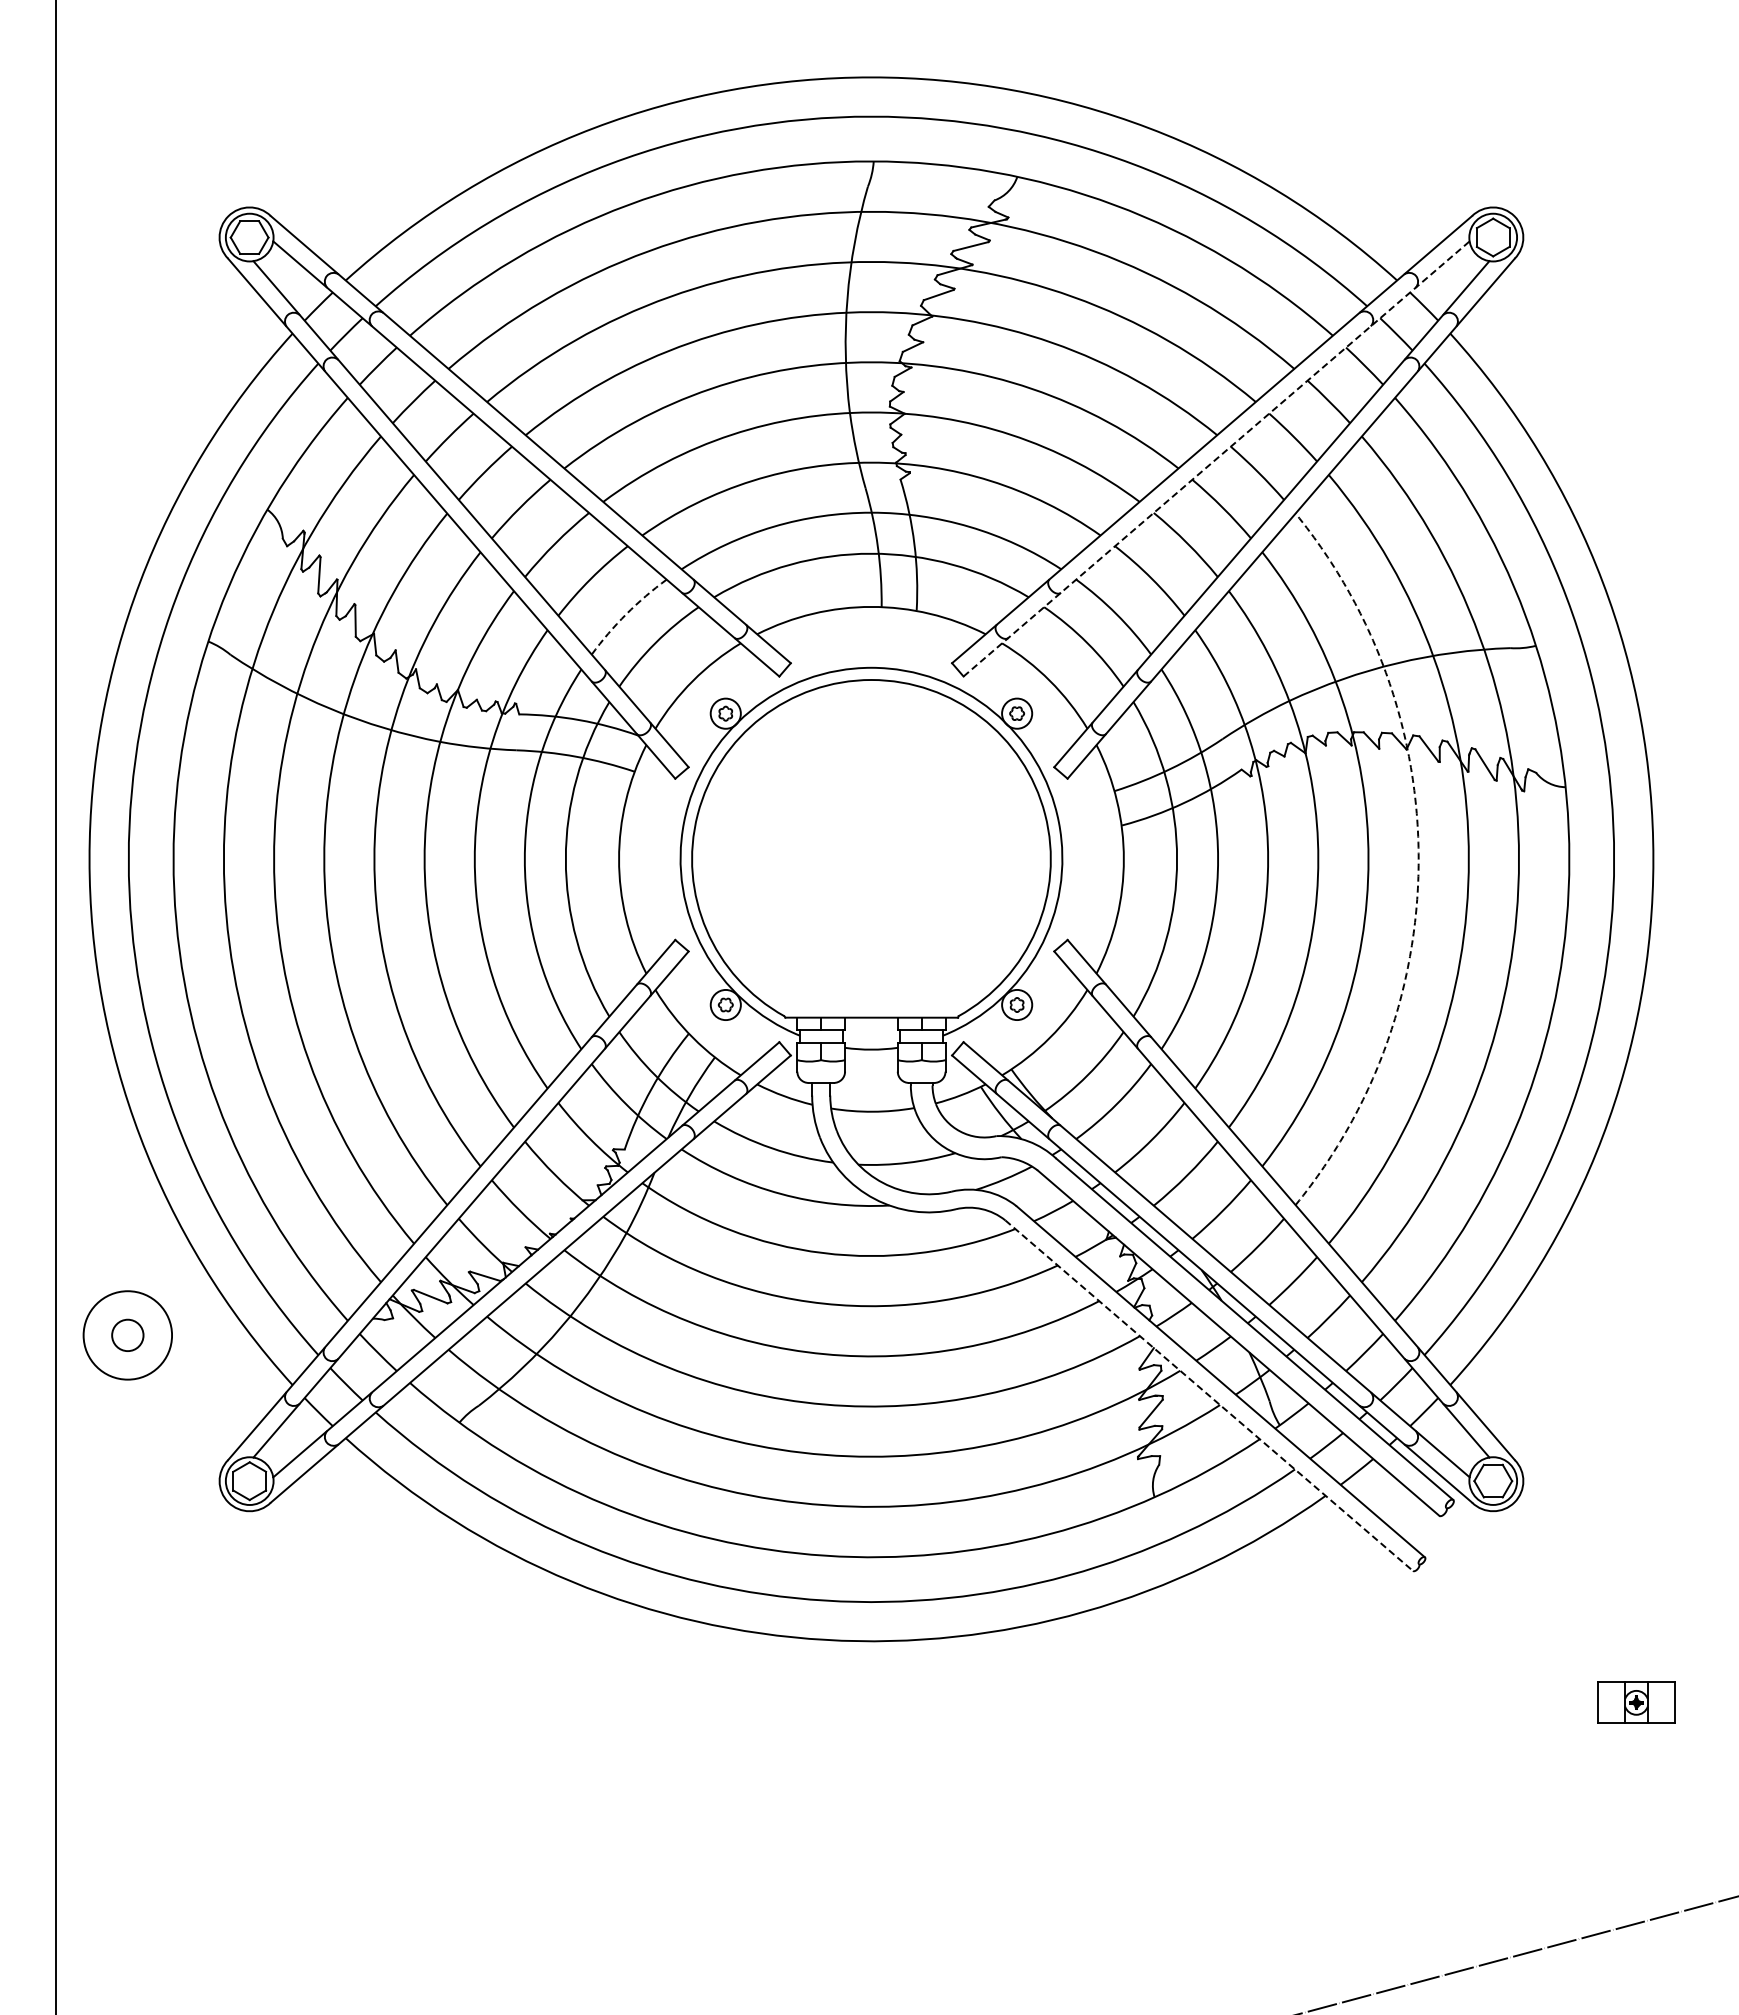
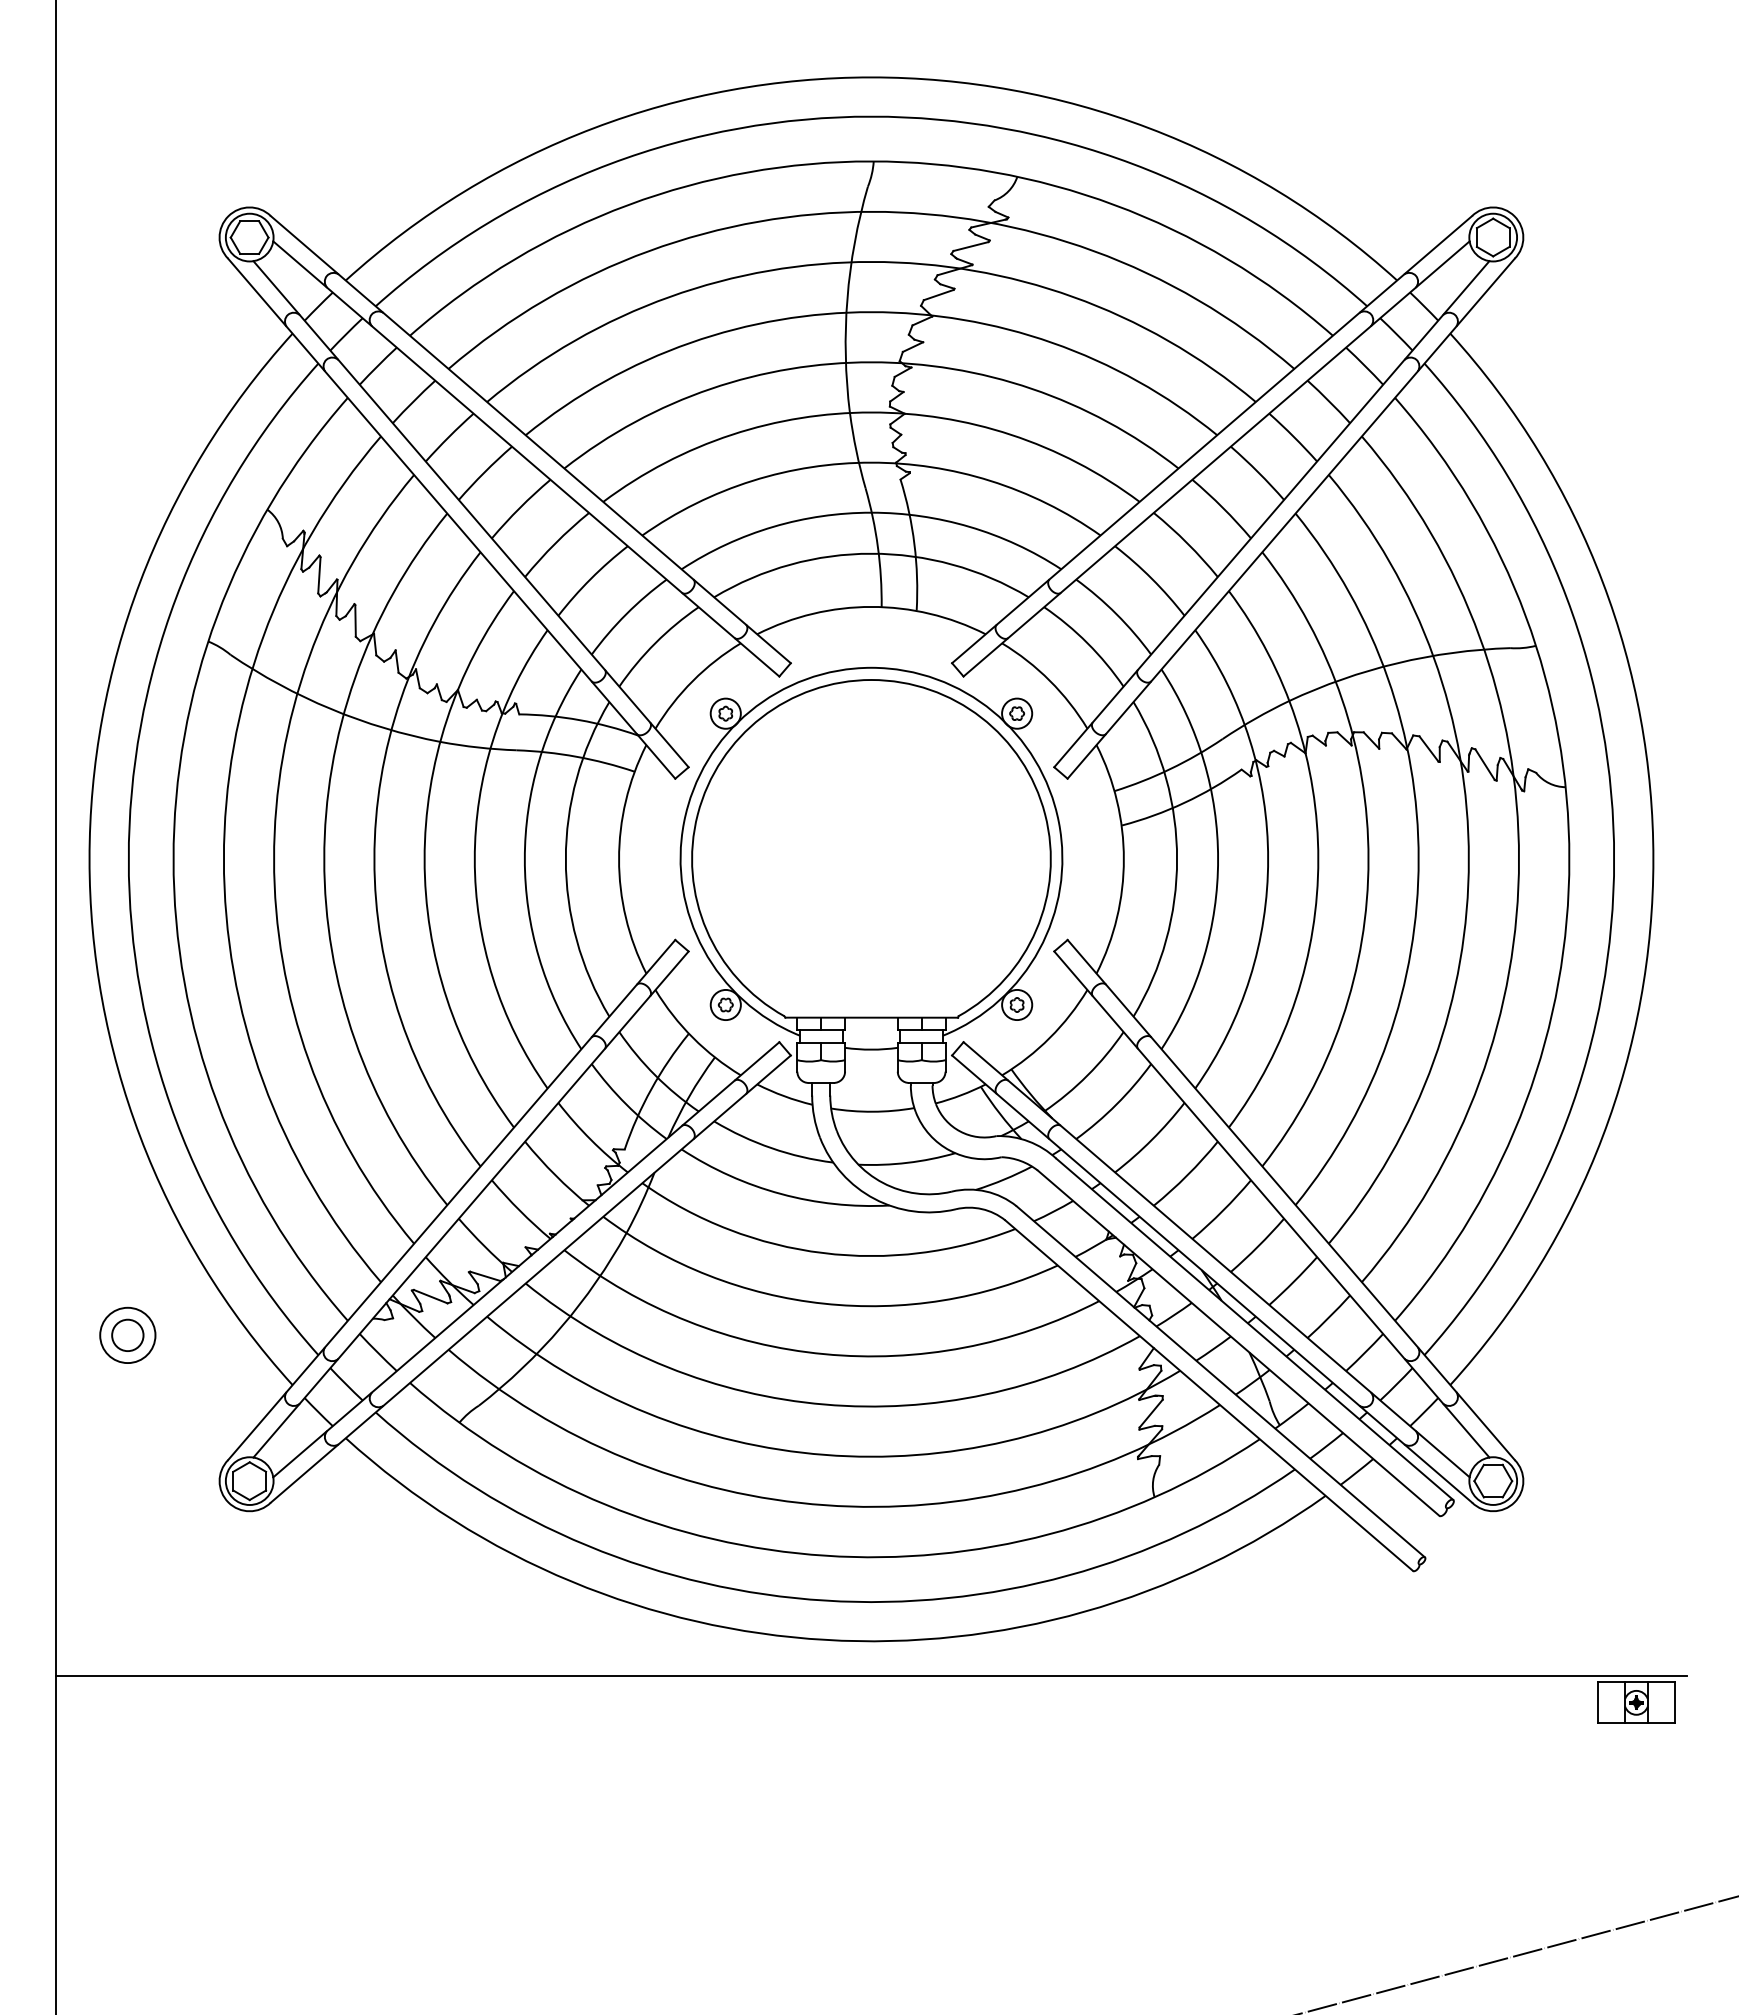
line at (1216, 458): dashed -> solid
arc at (626, 614): dashed -> solid
arc at (1418, 859): dashed -> solid
circle at (127, 1335) diameter: 88 px -> 55 px
line at (1209, 1395): dashed -> solid
line at (871, 1676): none -> present
